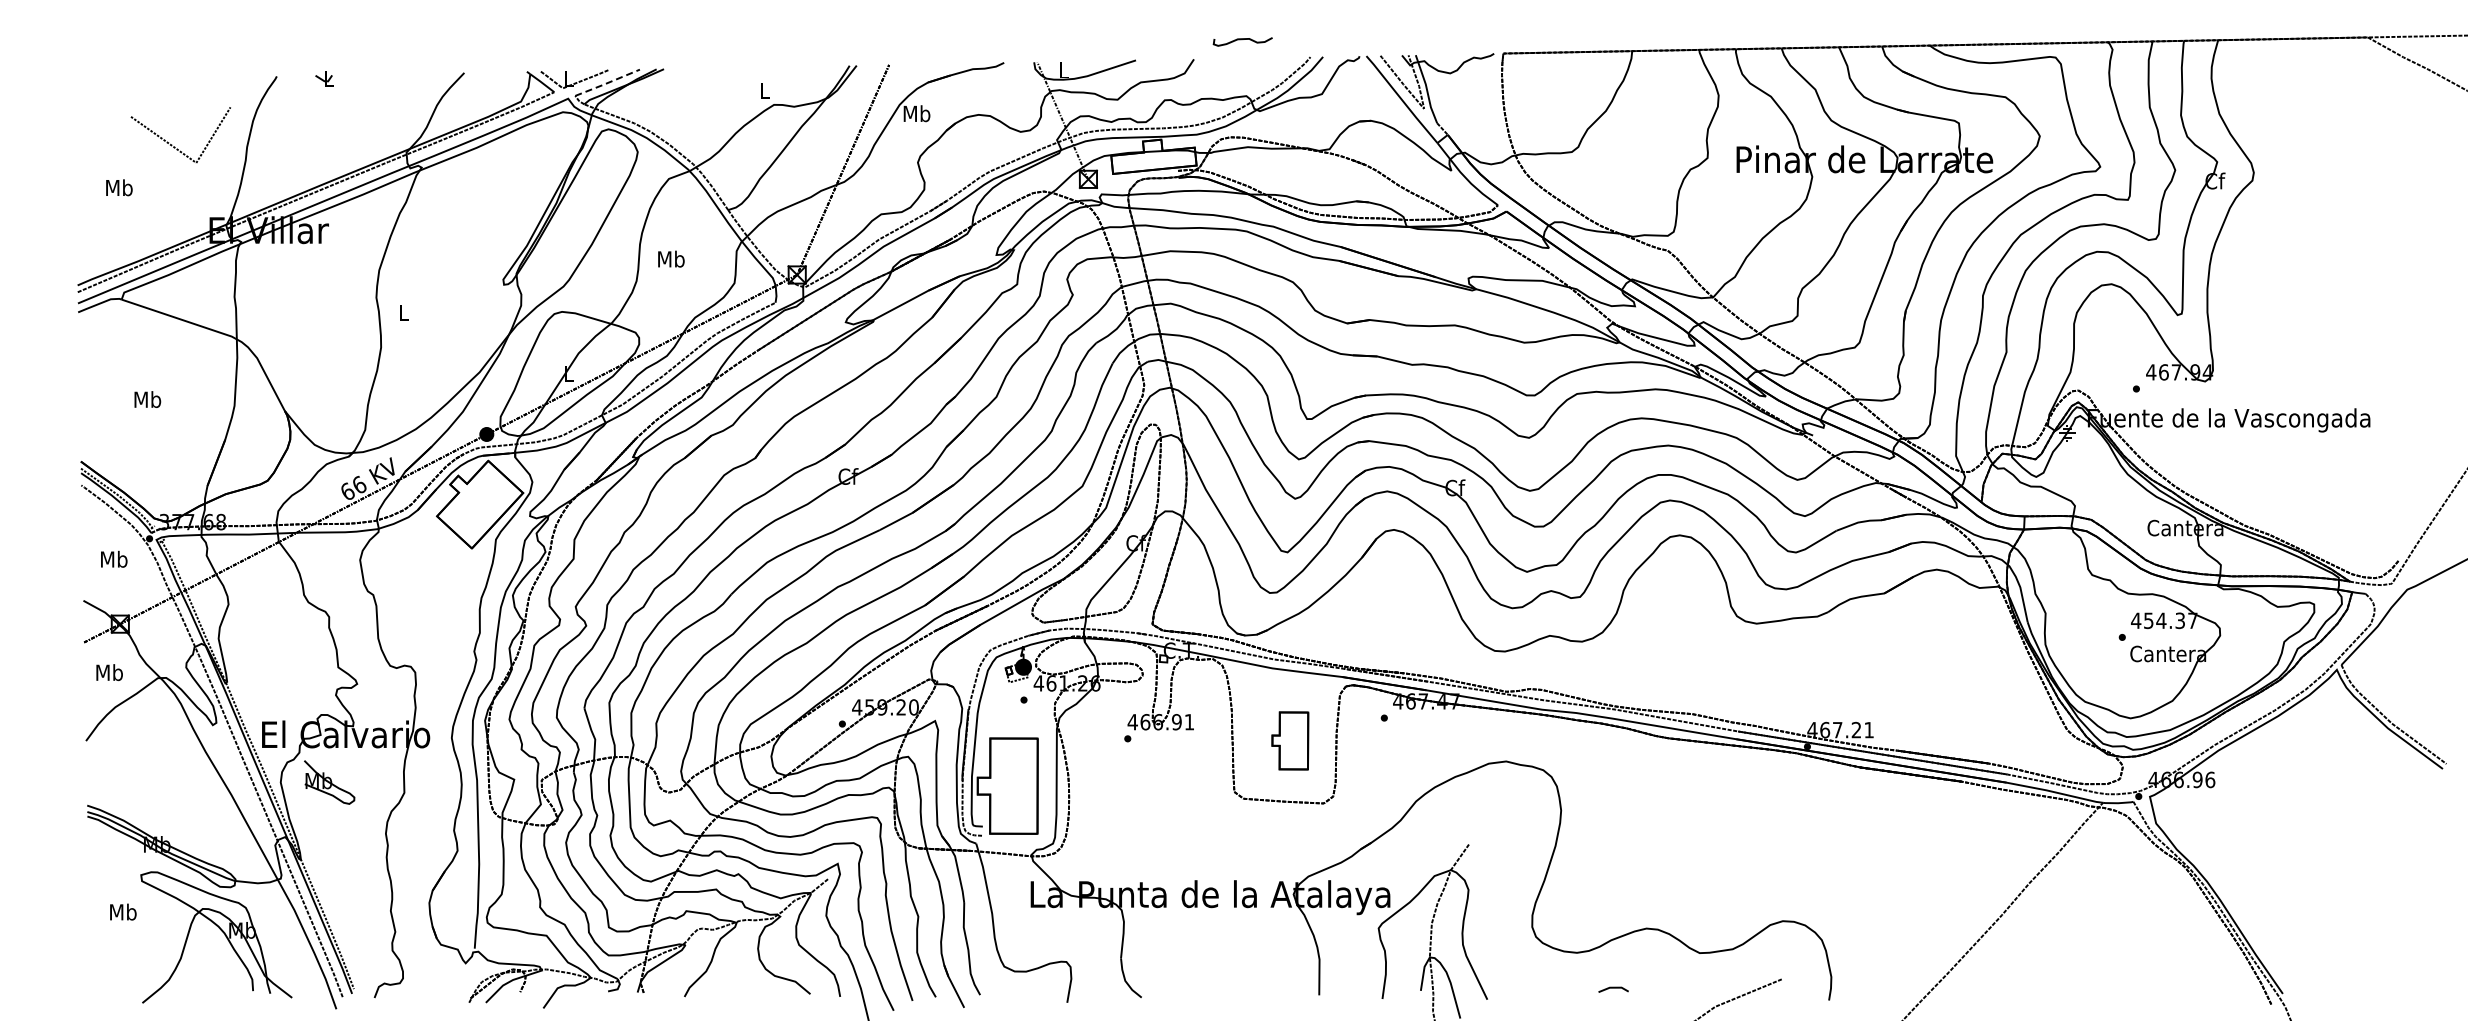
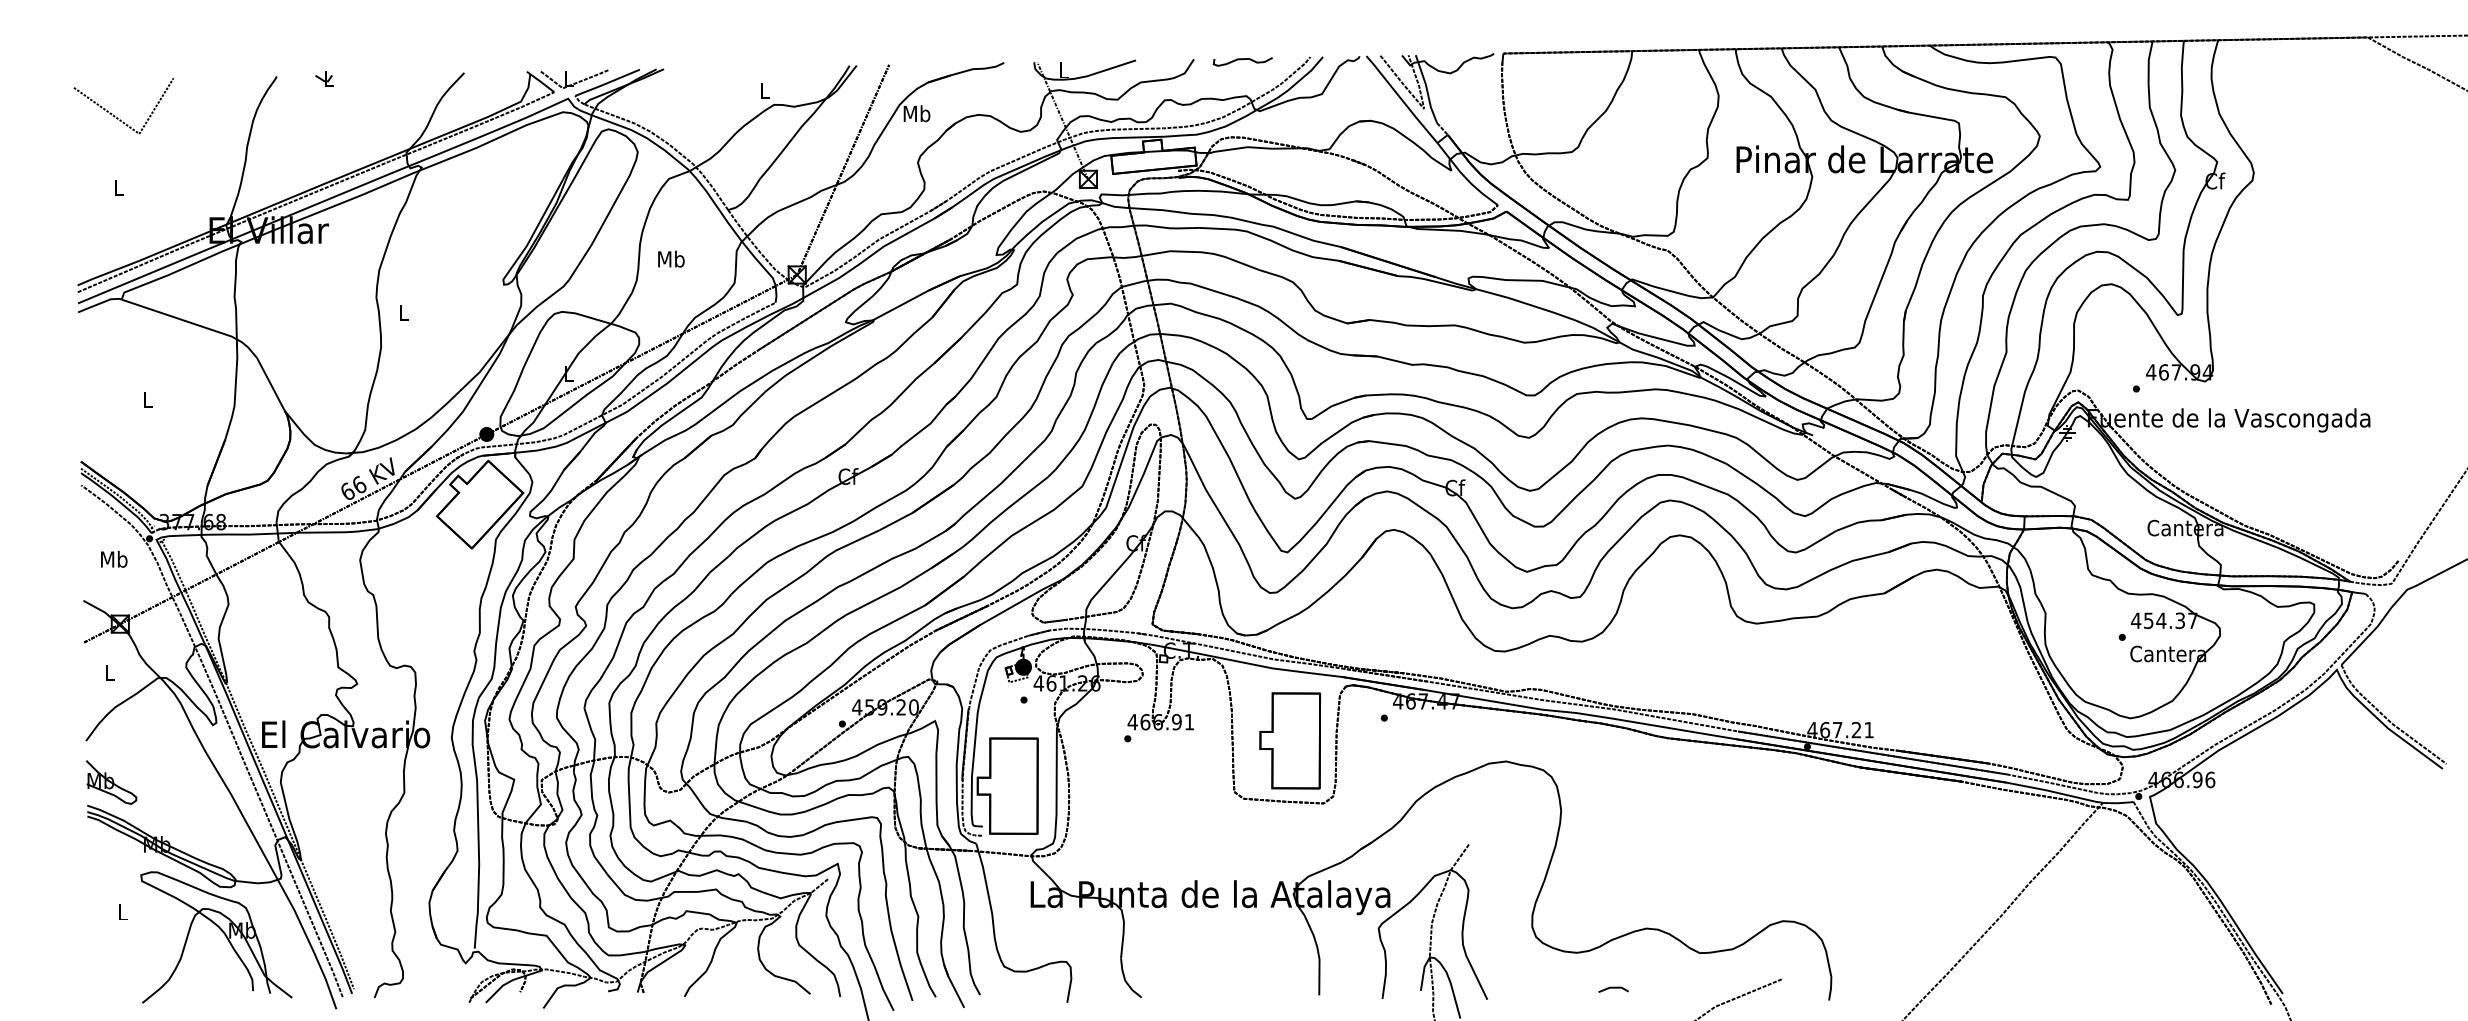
curve at (1242, 40) position: (1242, 40) -> (1242, 60)
line at (607, 83): dashed -> solid
line at (172, 144) position: (172, 144) -> (115, 115)
text at (119, 187): Mb -> L
text at (147, 399): Mb -> L
text at (109, 672): Mb -> L
part at (1290, 740) size: 39x60 px -> 63x98 px
part at (329, 782) position: (329, 782) -> (111, 782)
text at (123, 911): Mb -> L
